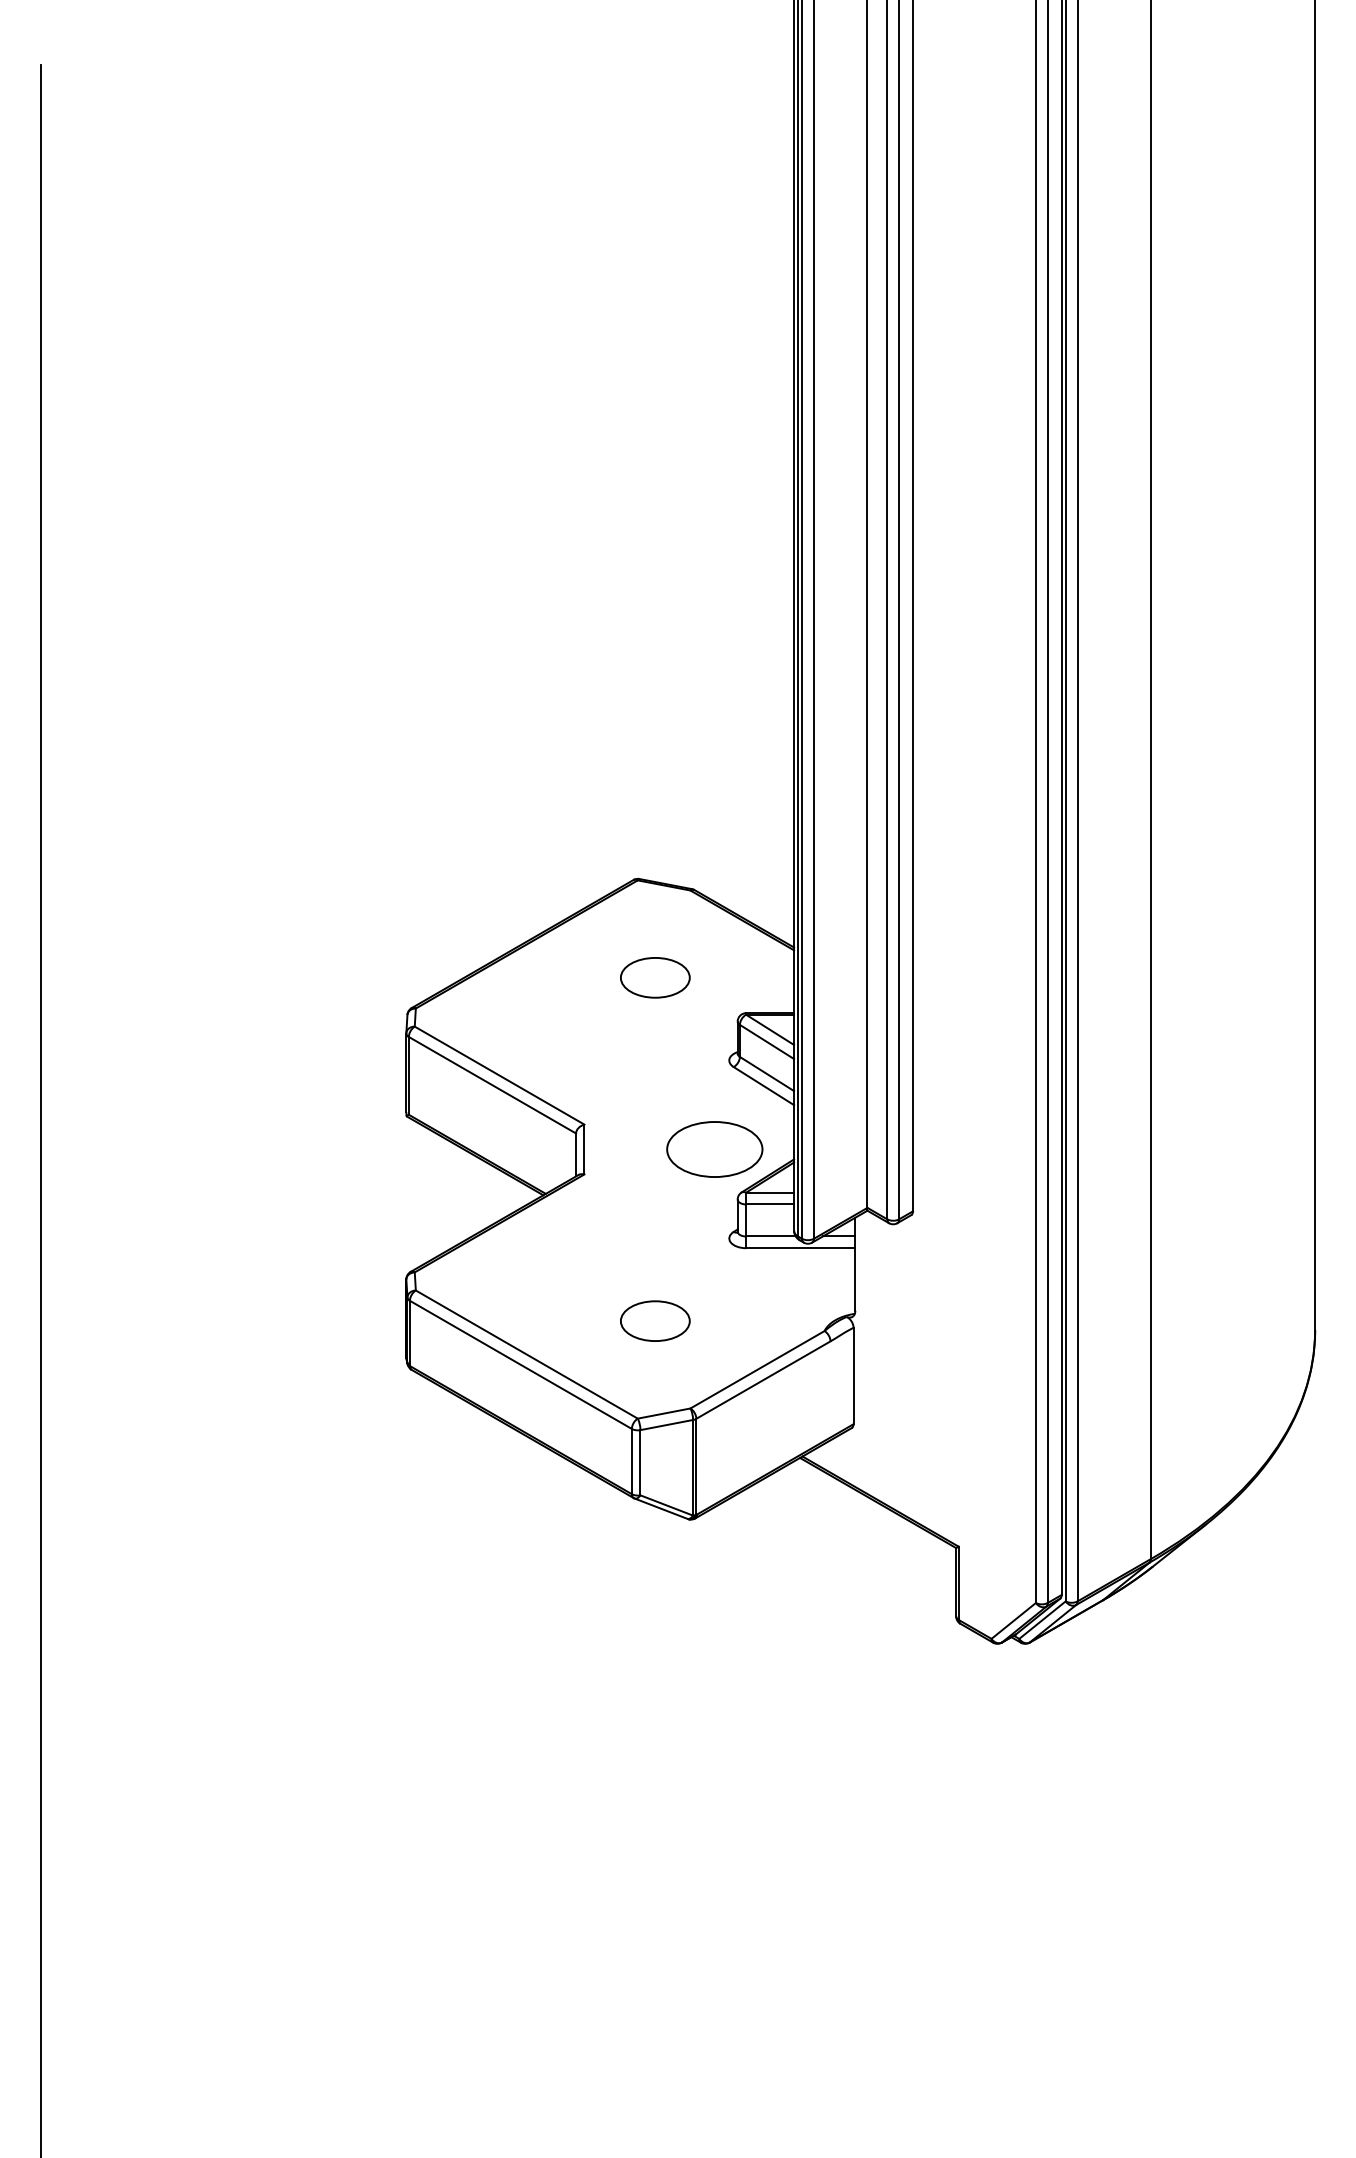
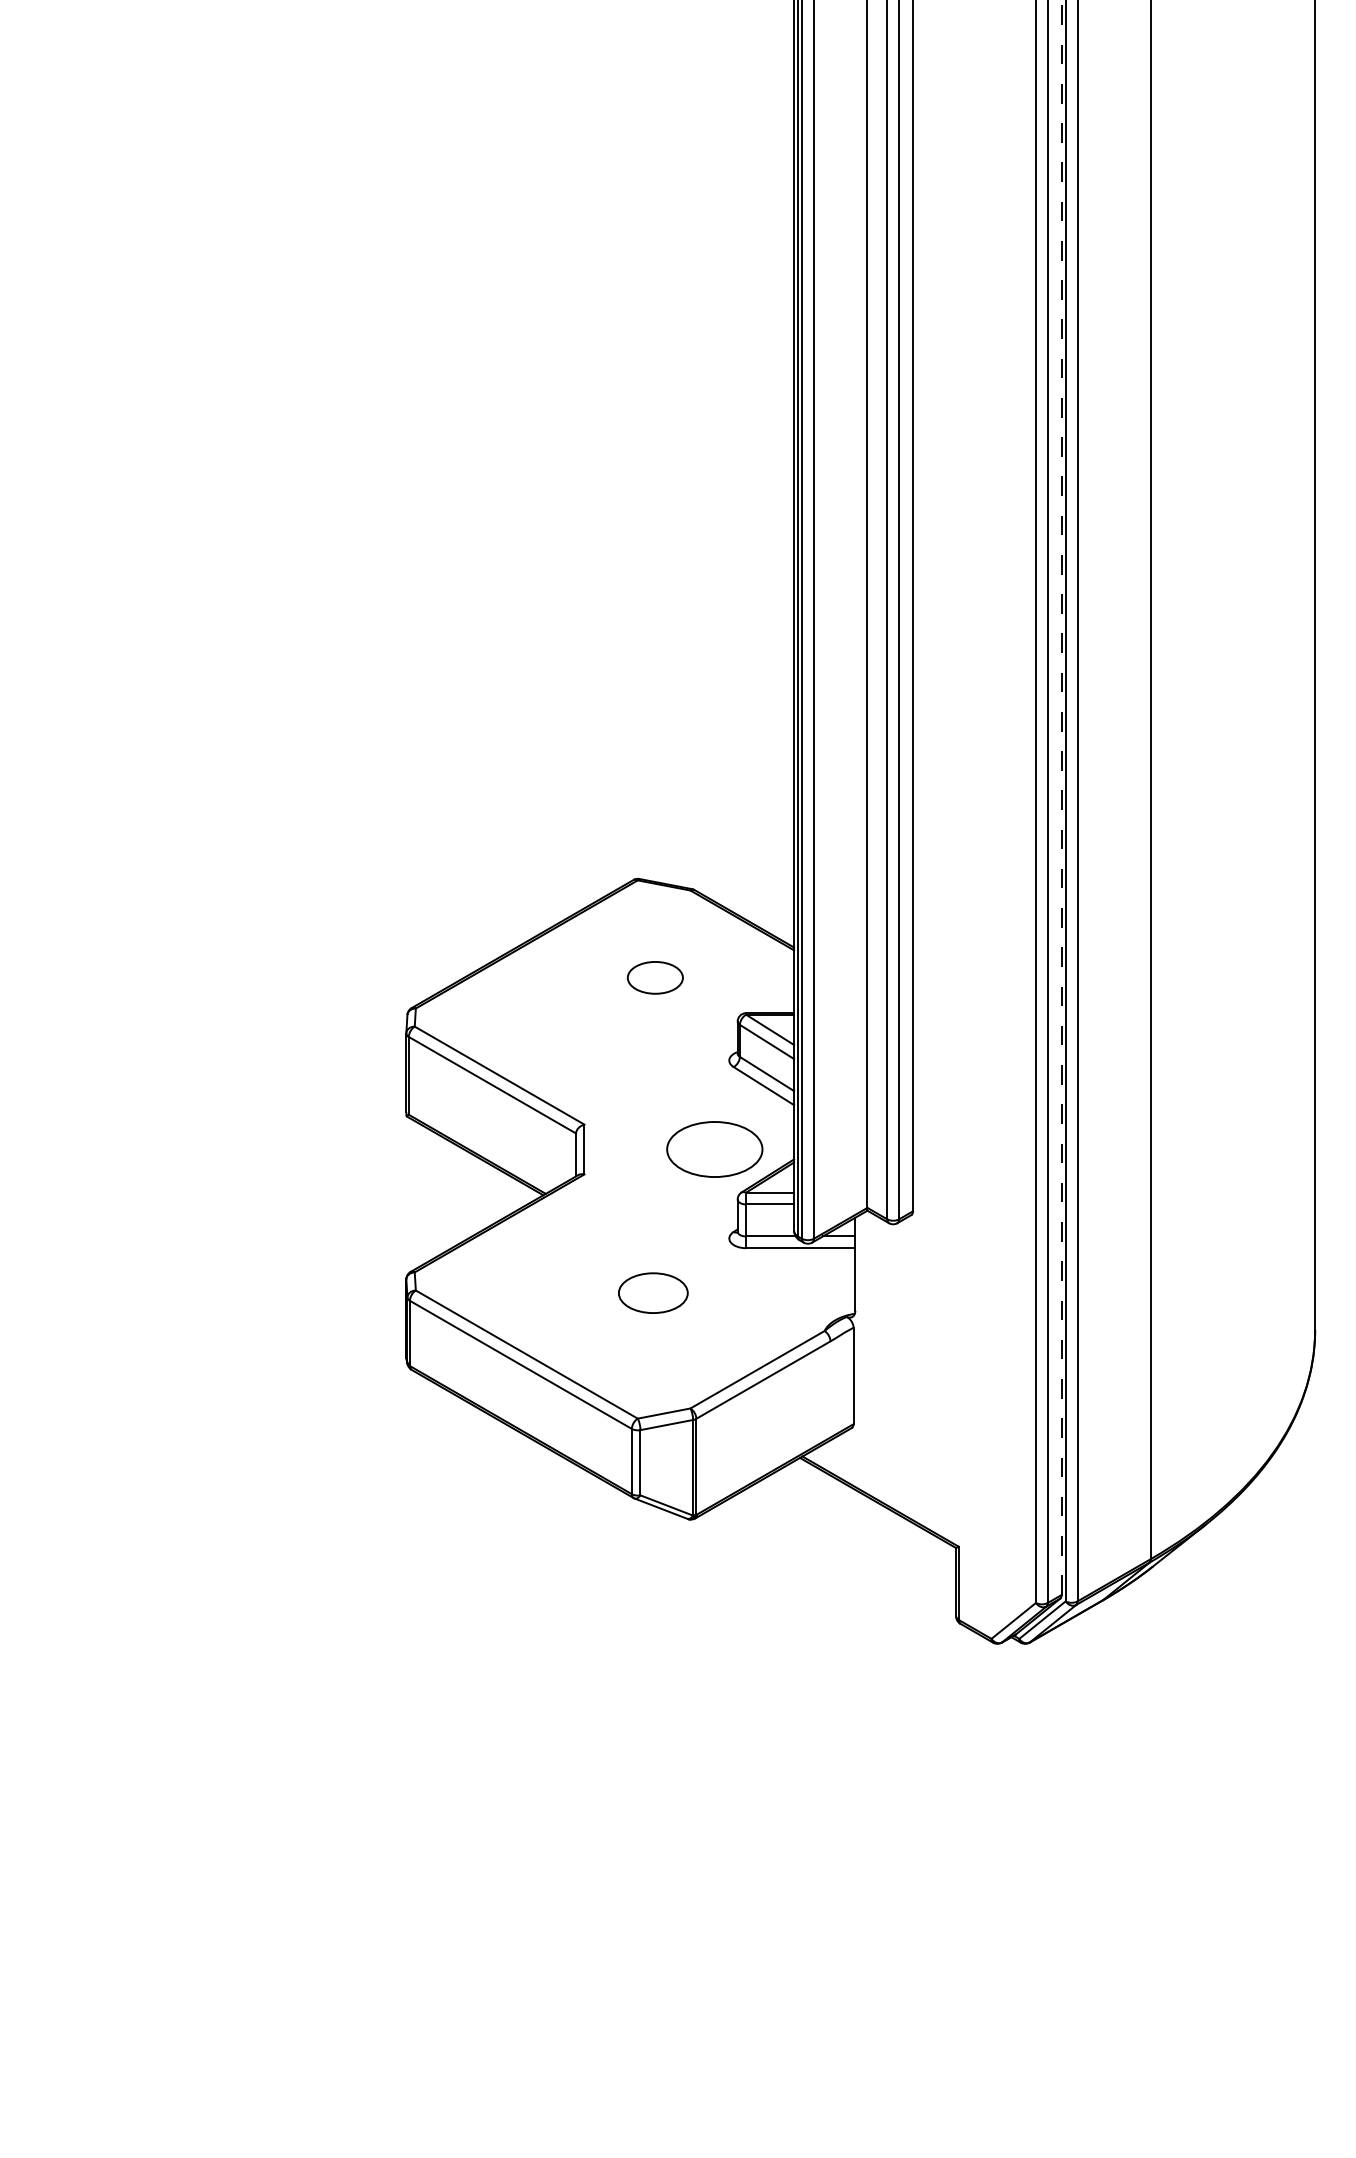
line at (1061, 797): solid -> dashed
part at (655, 977) size: 71x42 px -> 57x34 px
line at (40, 1109): present -> none
part at (655, 1320) position: (655, 1320) -> (653, 1292)
